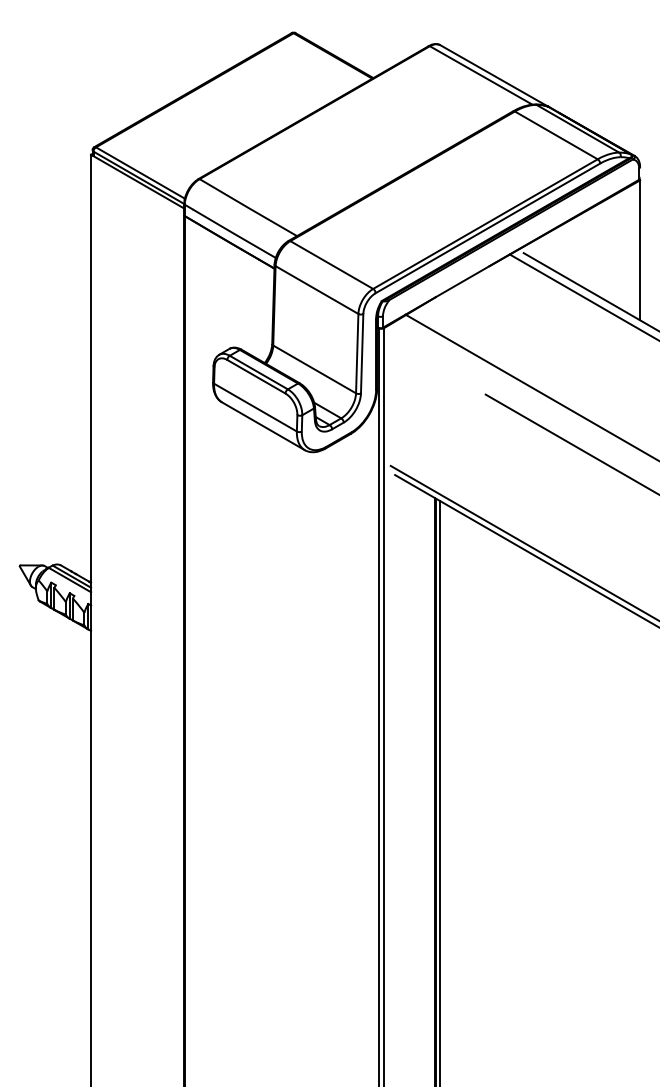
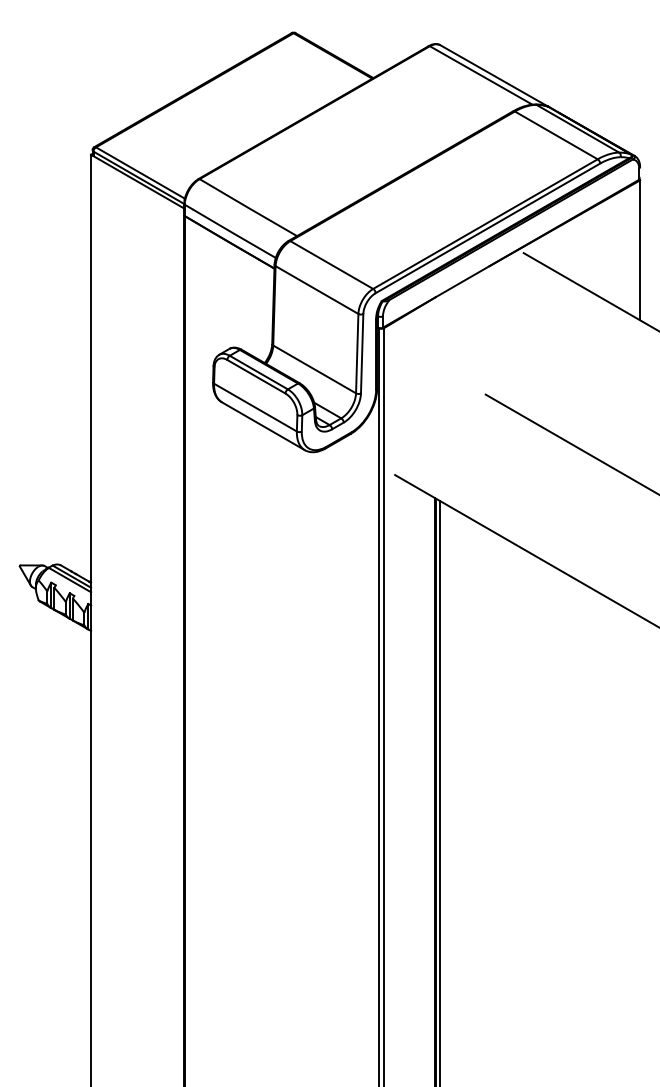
line at (582, 296): present -> none
line at (530, 386): present -> none
line at (523, 542): present -> none
